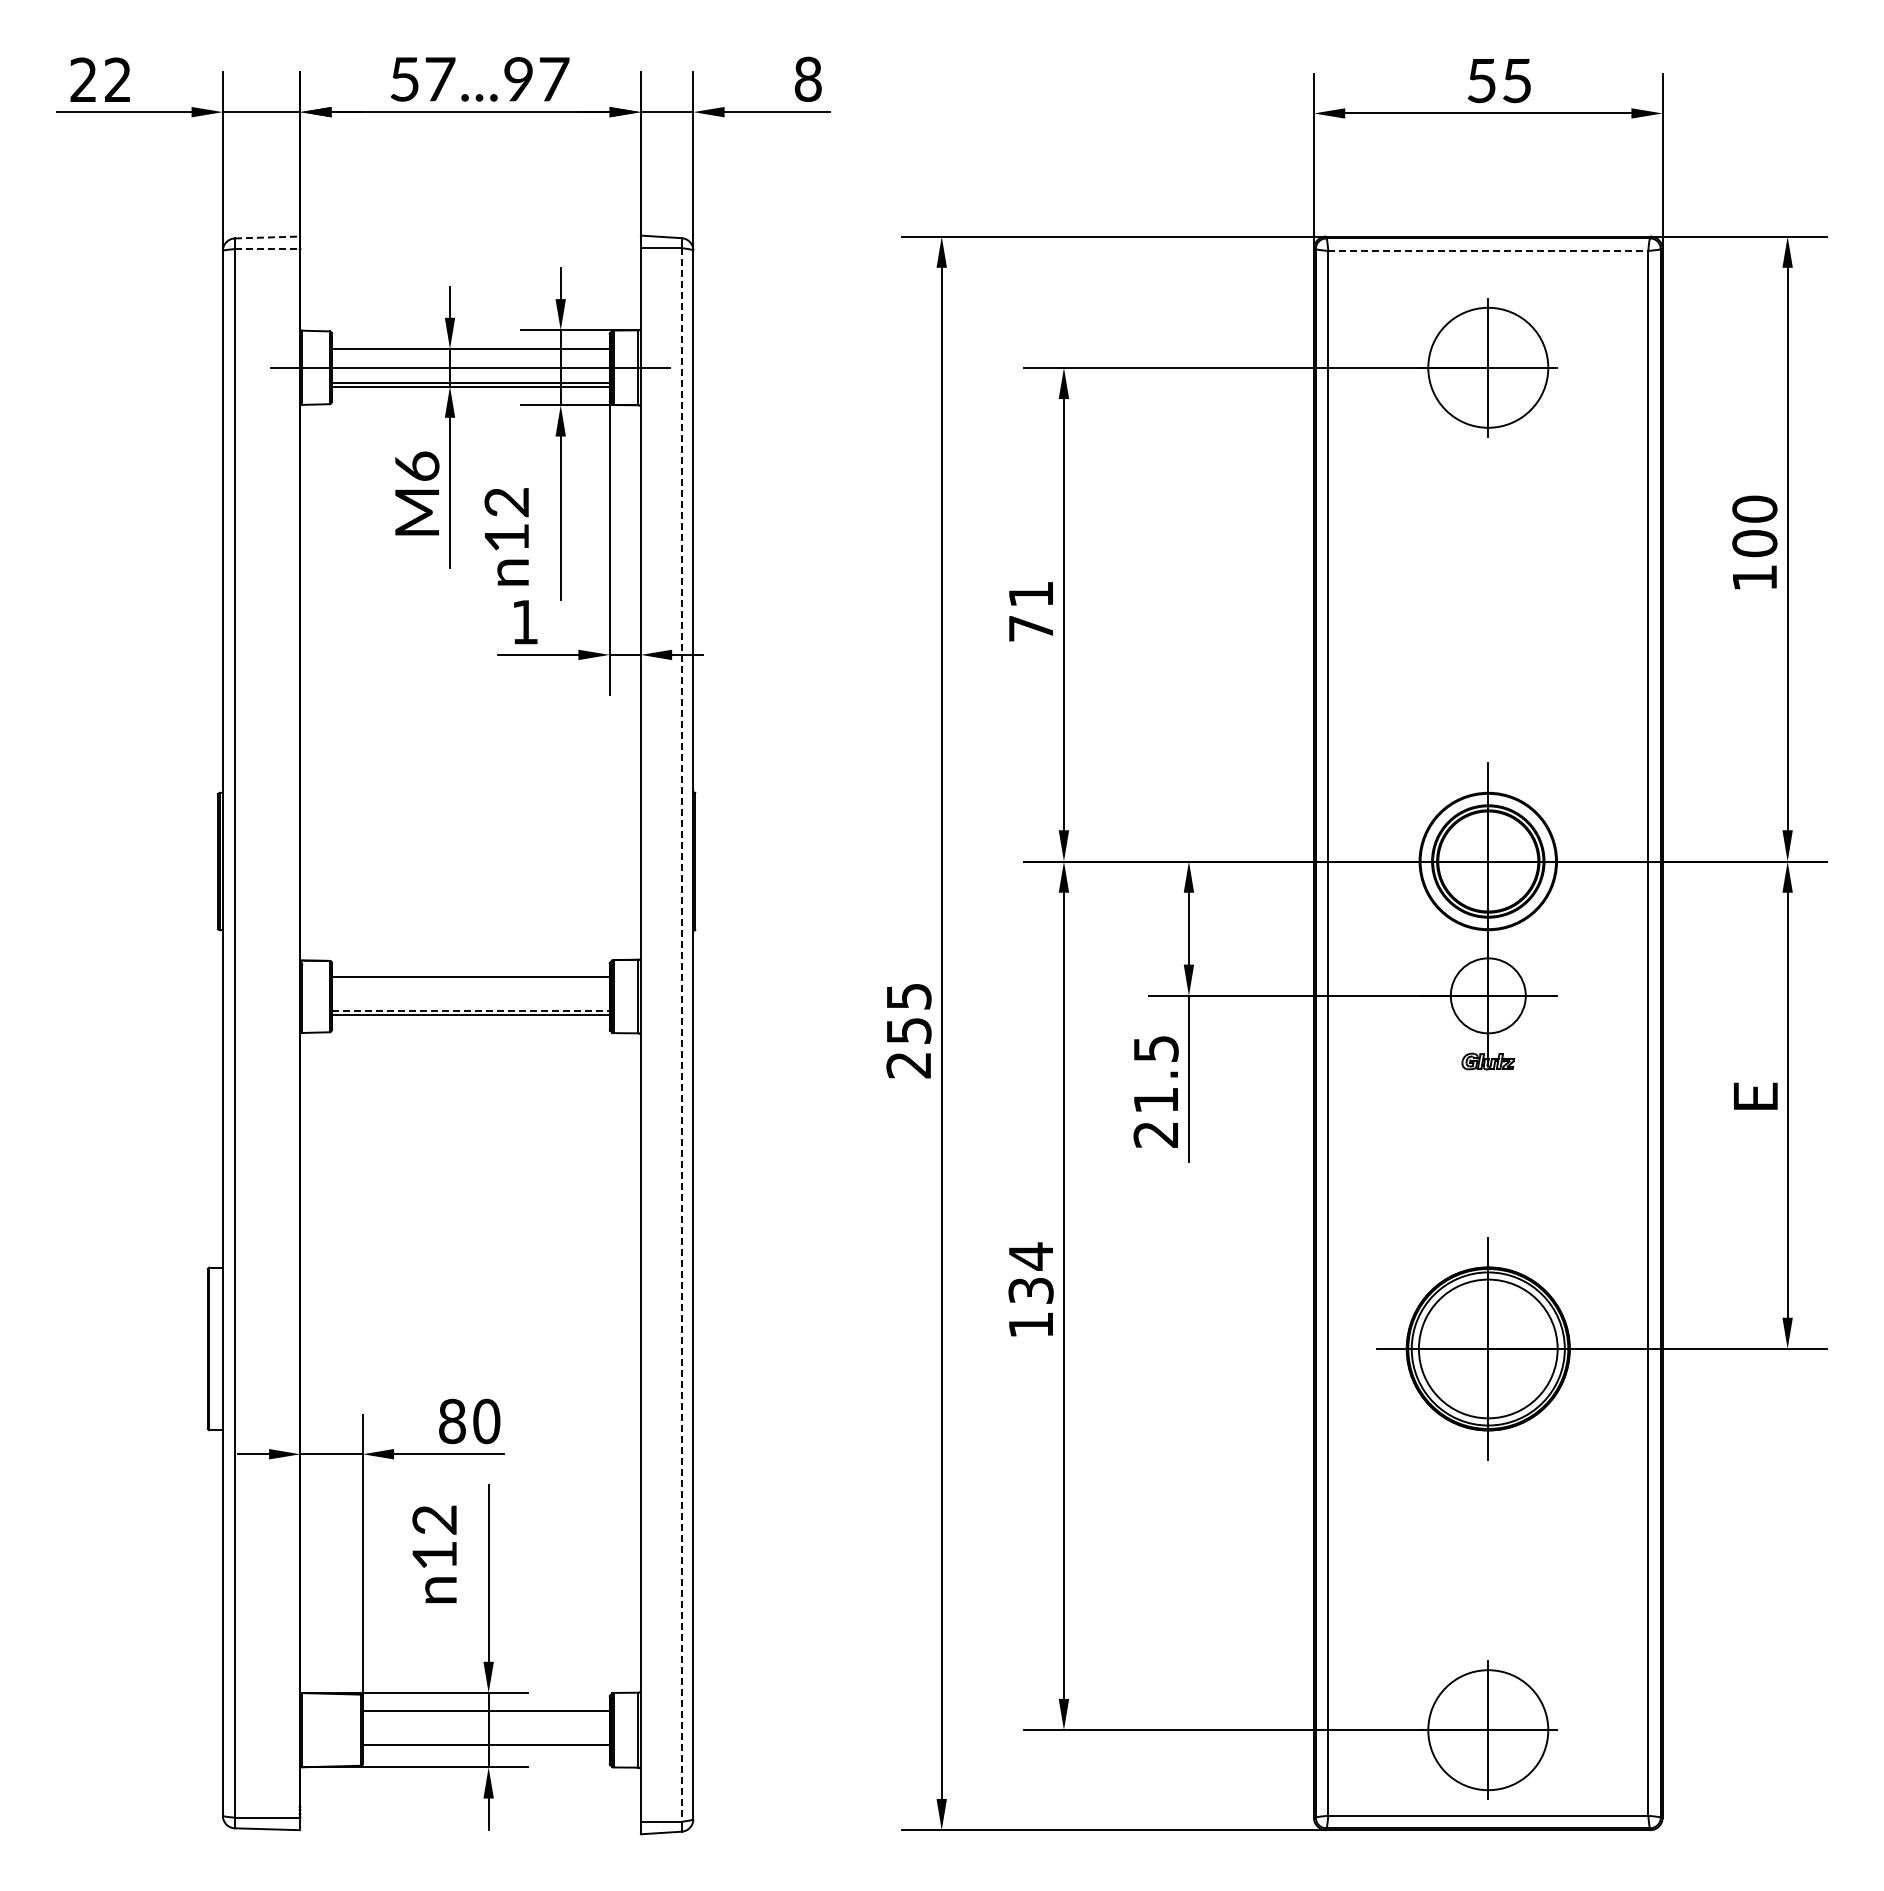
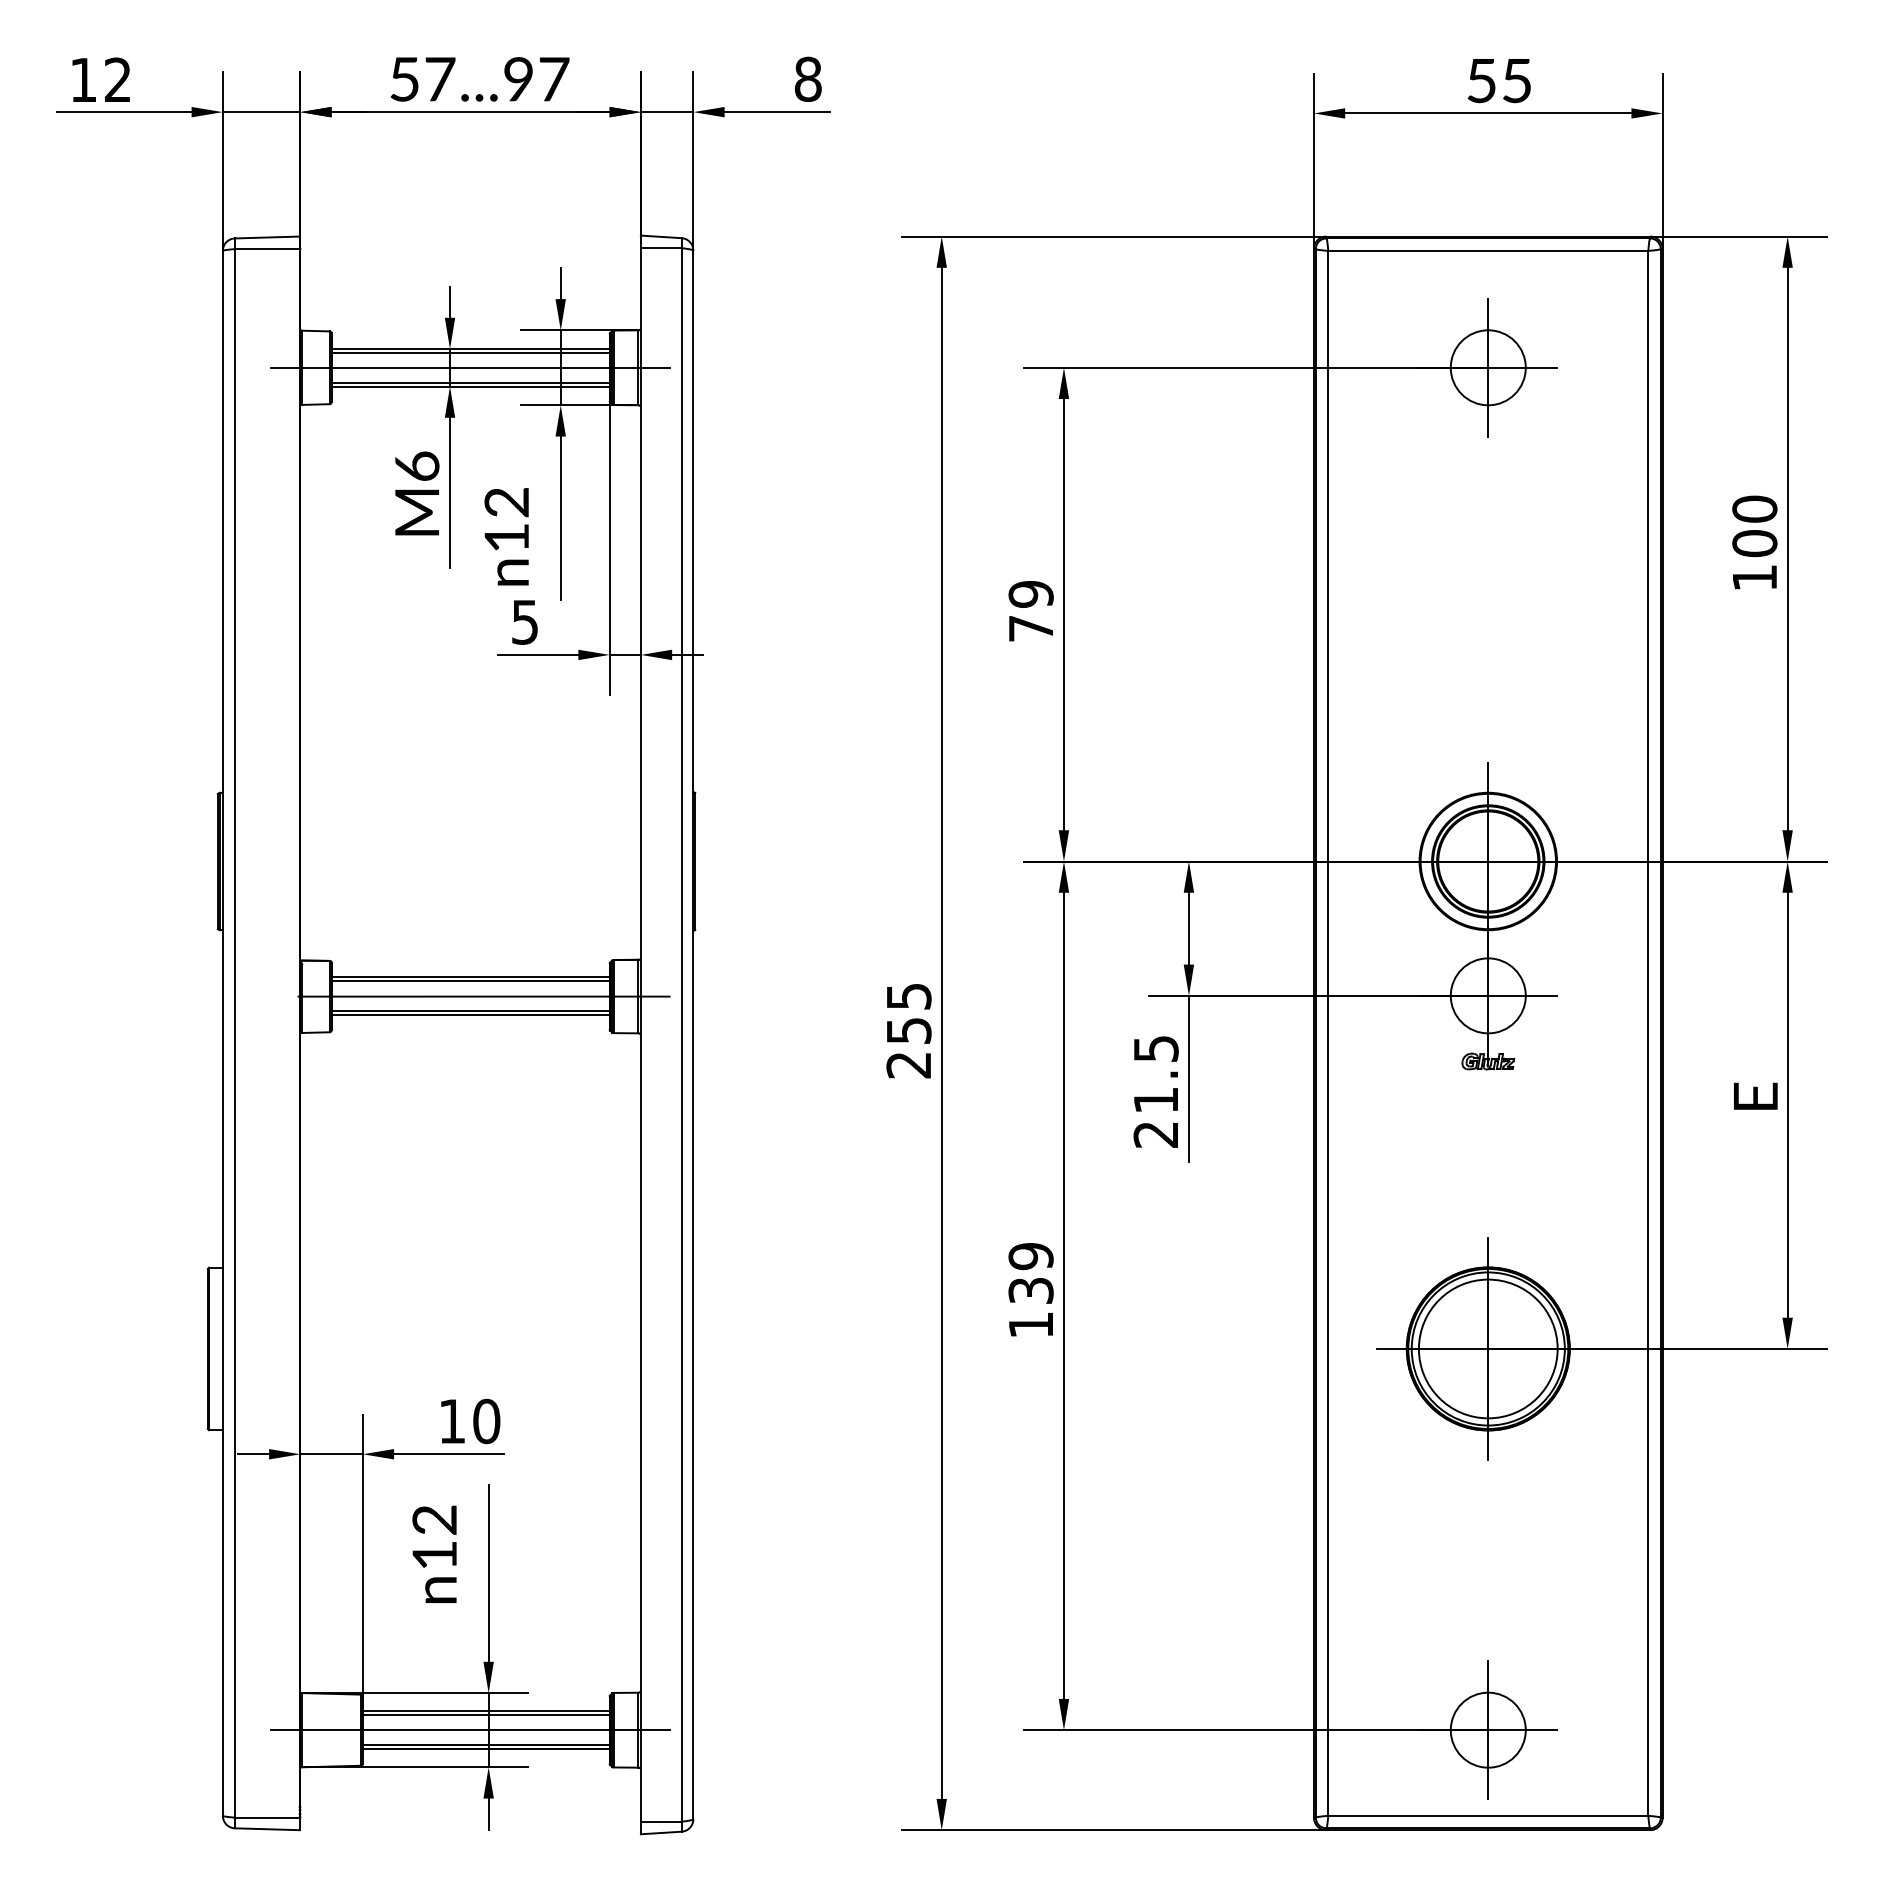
text at (82, 79): 22 -> 12
line at (267, 237): dashed -> solid
line at (267, 249): dashed -> solid
line at (1488, 250): dashed -> solid
line at (470, 352): none -> present
circle at (1488, 367) diameter: 120 px -> 75 px
text at (1030, 594): 71 -> 79
text at (524, 622): 1 -> 5
line at (470, 980): none -> present
line at (483, 996): none -> present
line at (471, 1010): dashed -> solid
line at (681, 1034): dashed -> solid
text at (1030, 1256): 134 -> 139
text at (452, 1421): 80 -> 10
line at (485, 1715): none -> present
line at (470, 1730): none -> present
circle at (1488, 1730) diameter: 120 px -> 75 px
line at (485, 1748): none -> present
